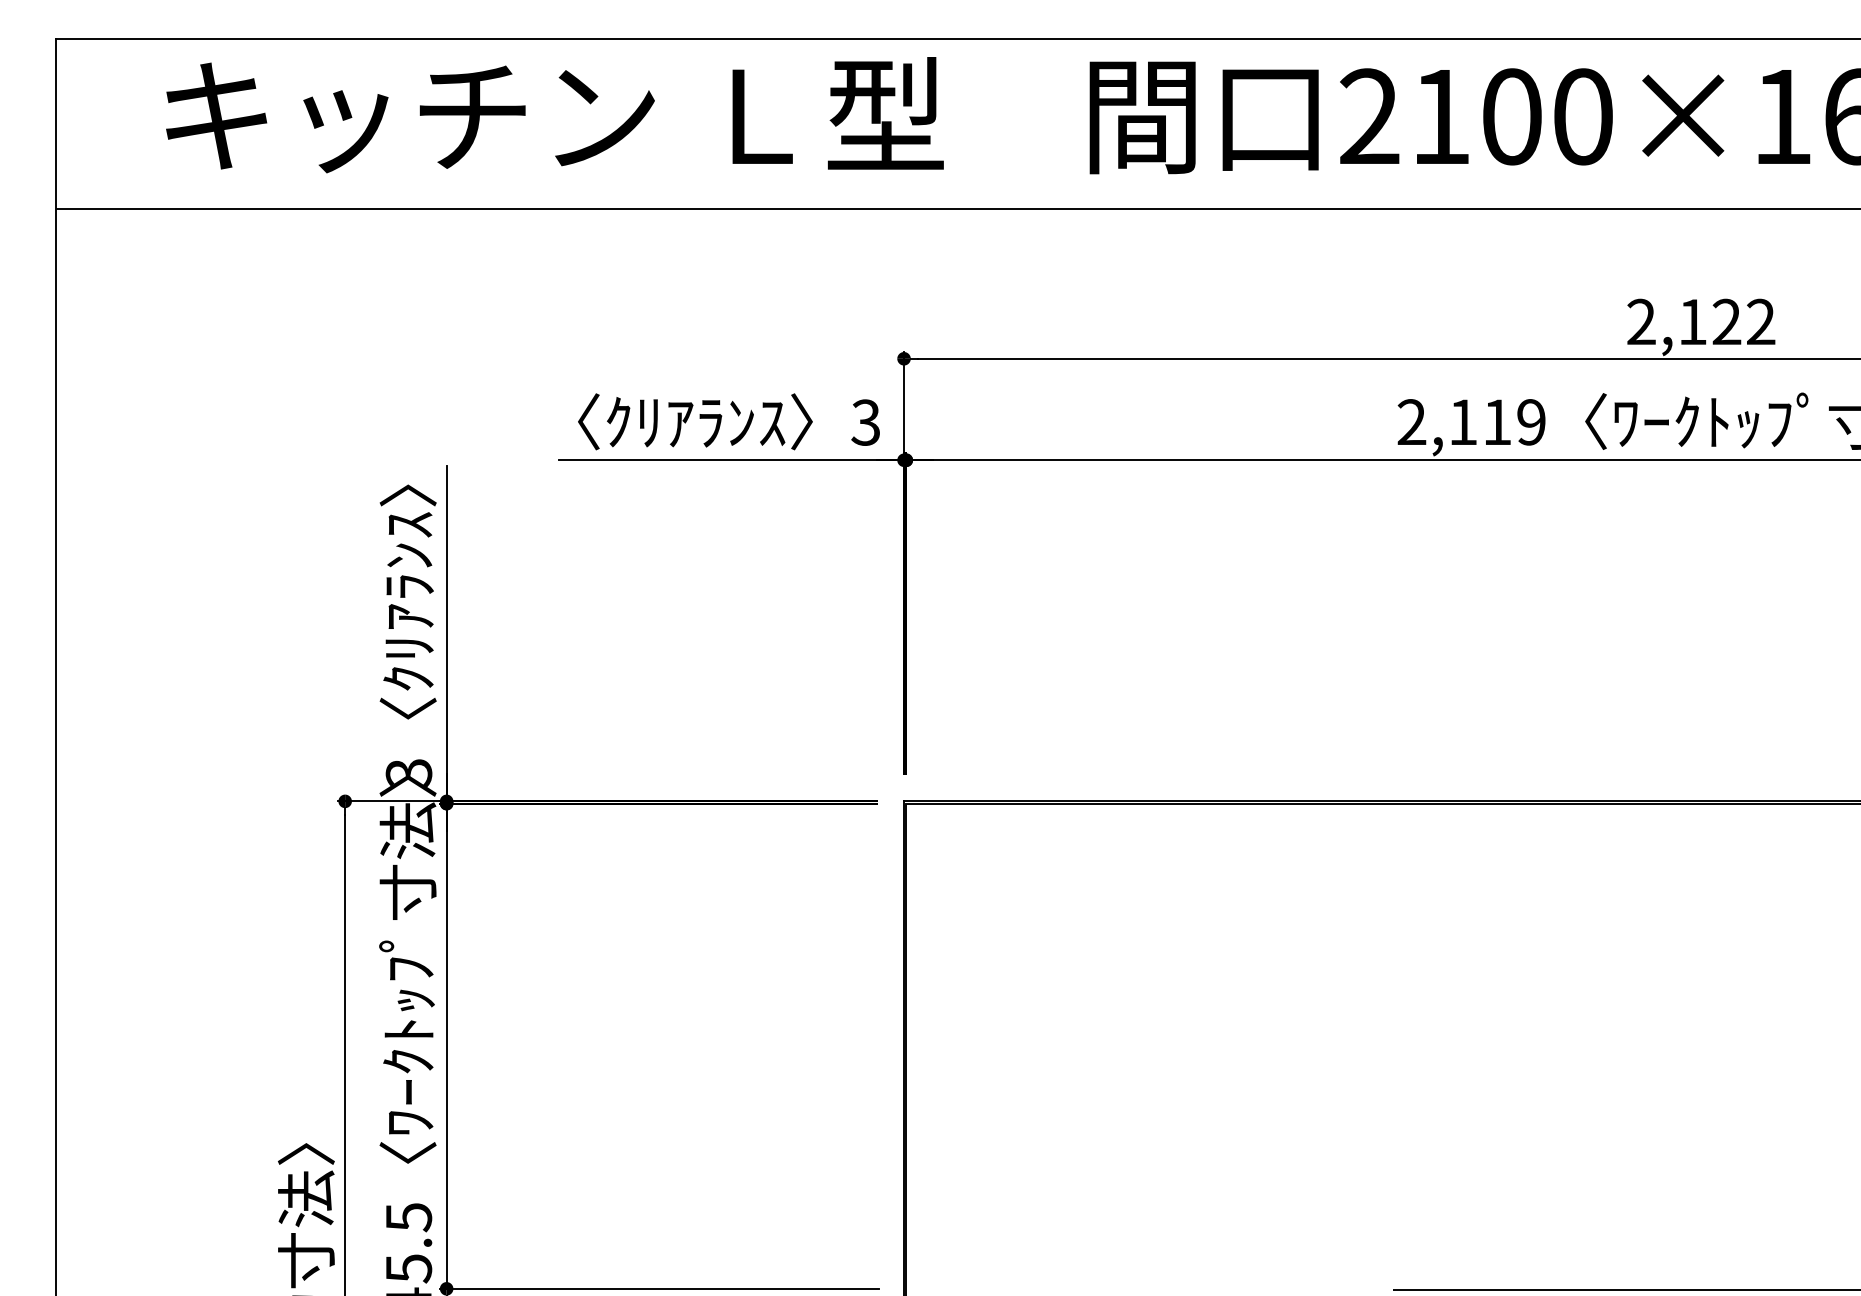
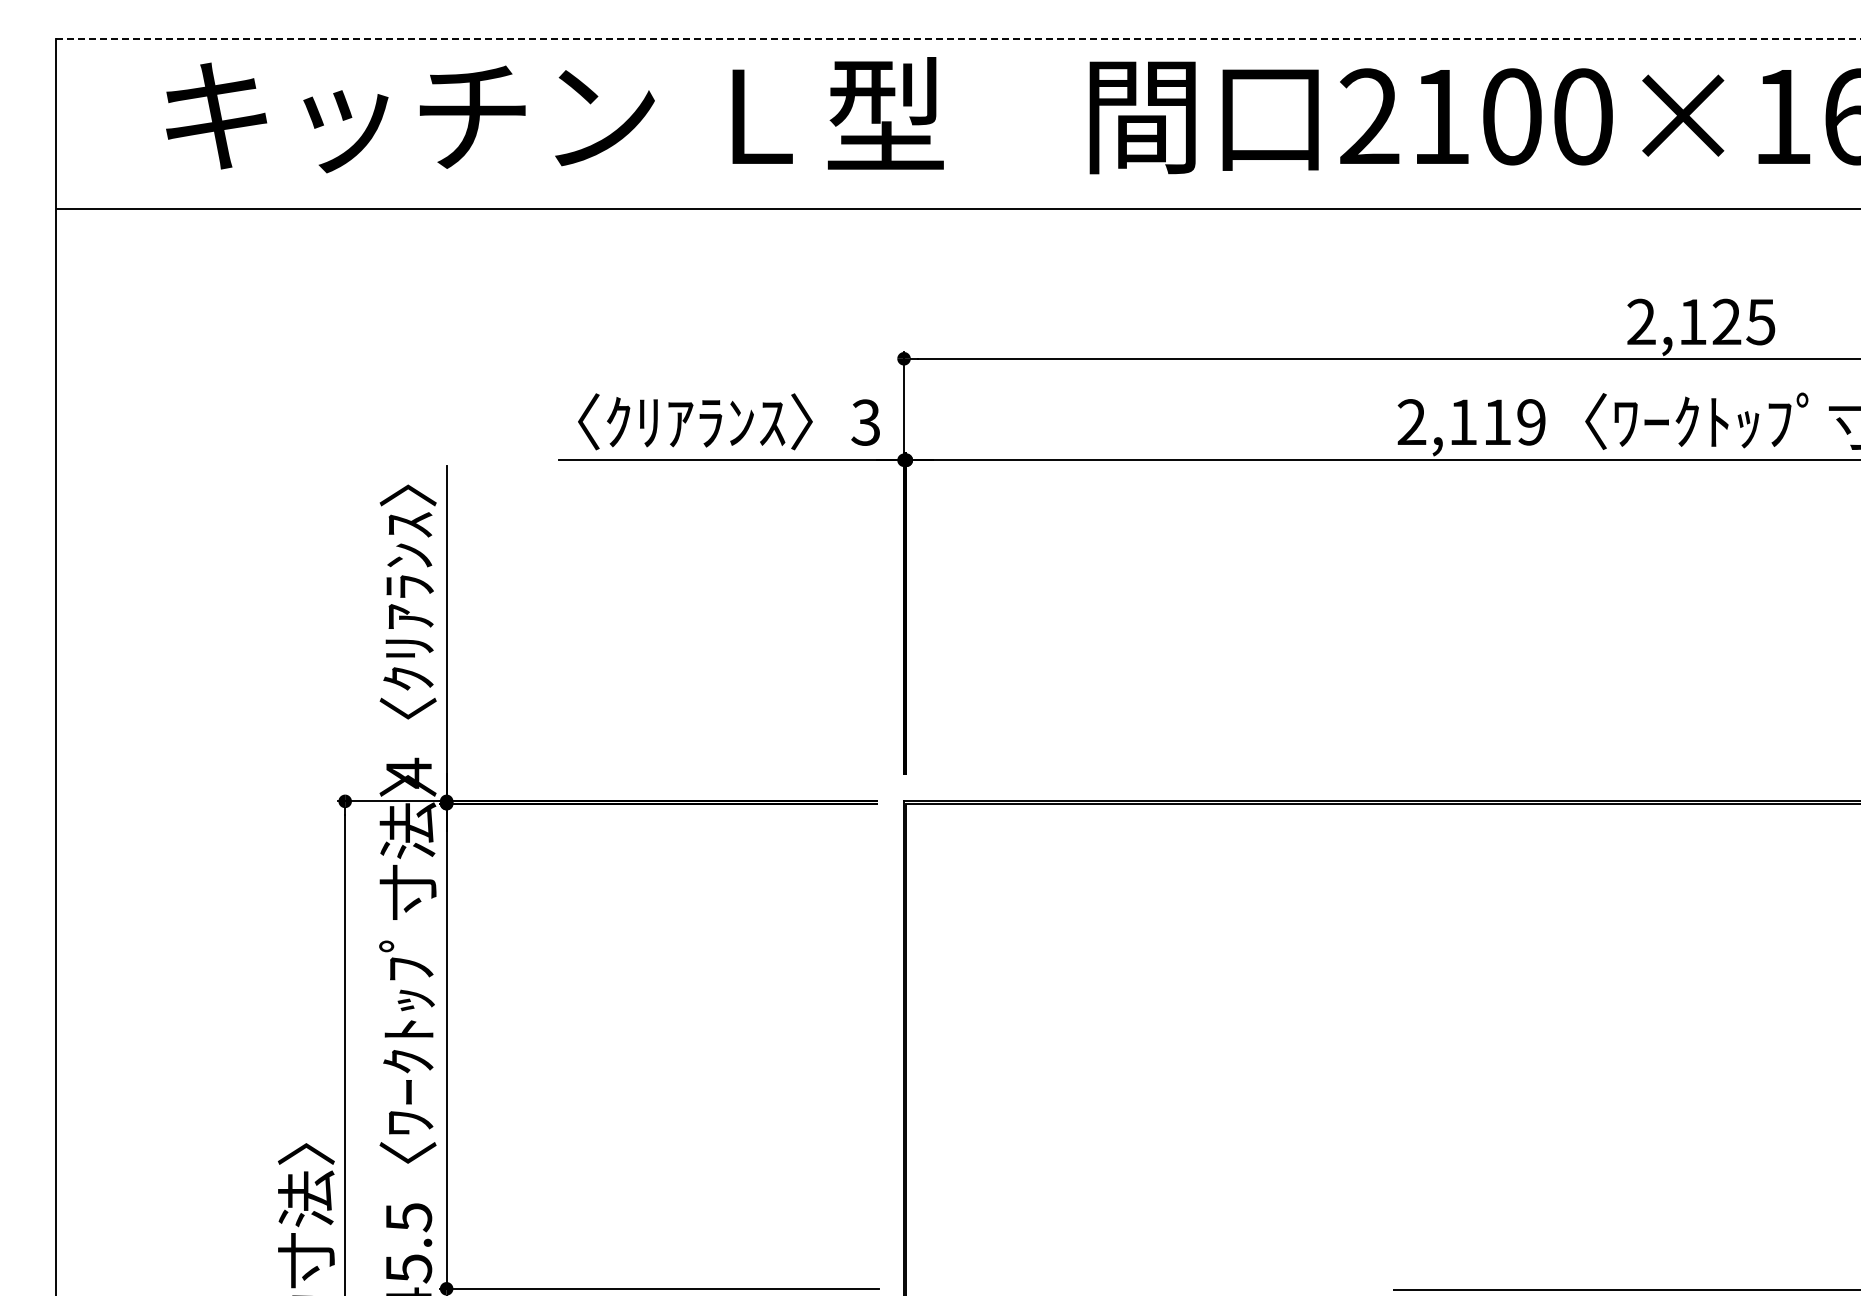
line at (958, 38): solid -> dashed
text at (1760, 321): 2,122 -> 2,125
text at (408, 772): 3 -> 4
